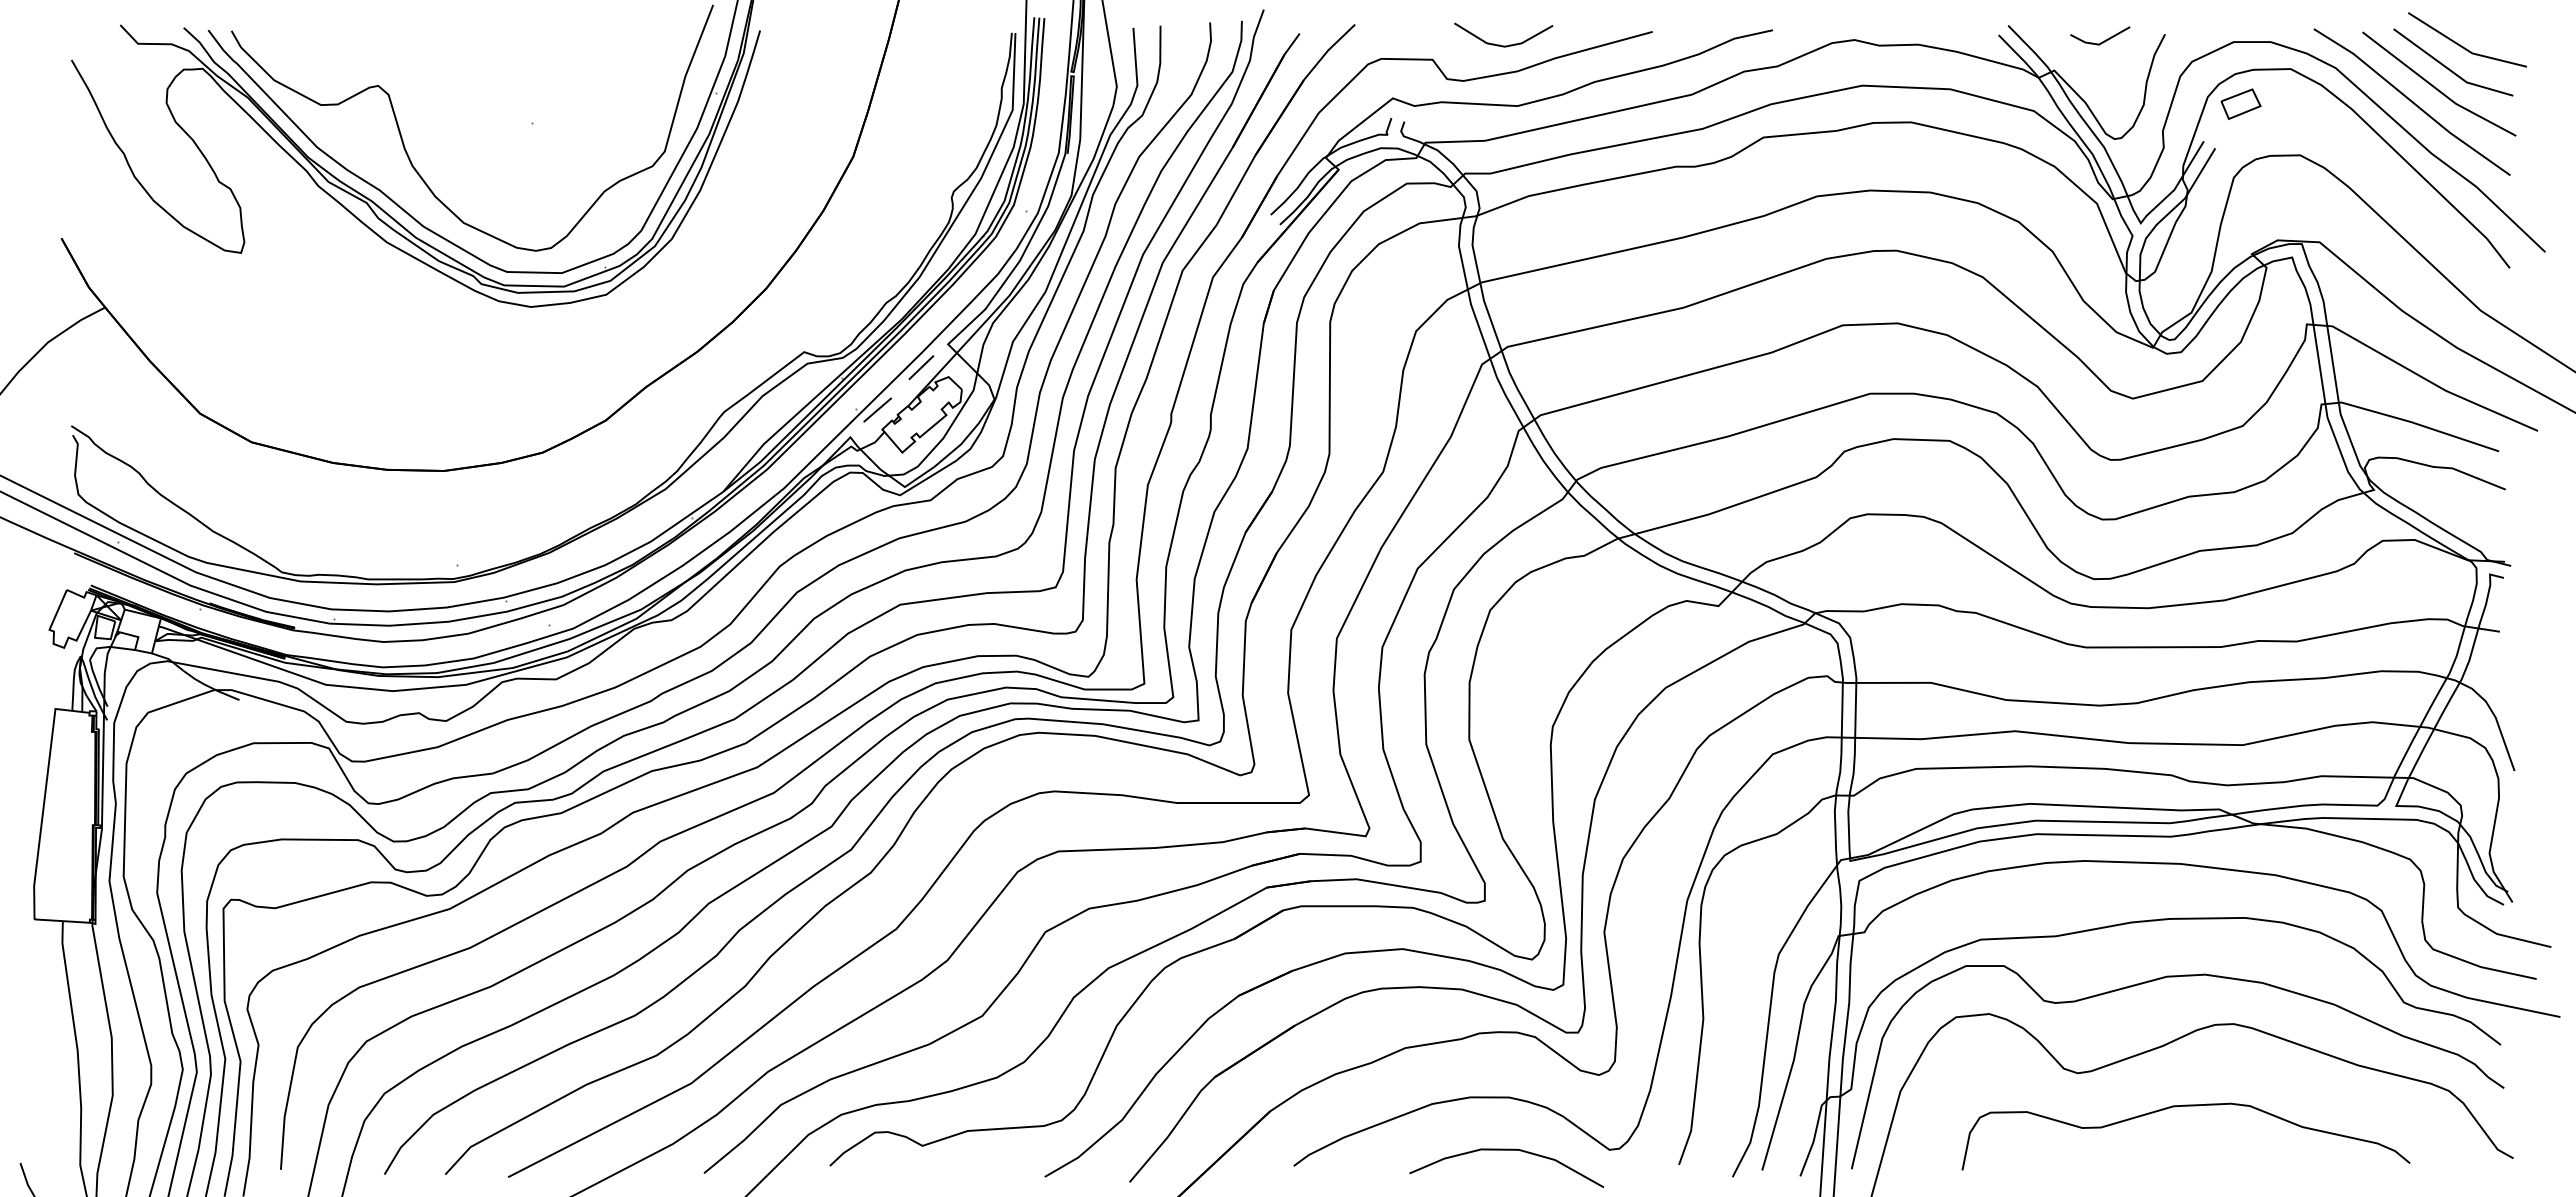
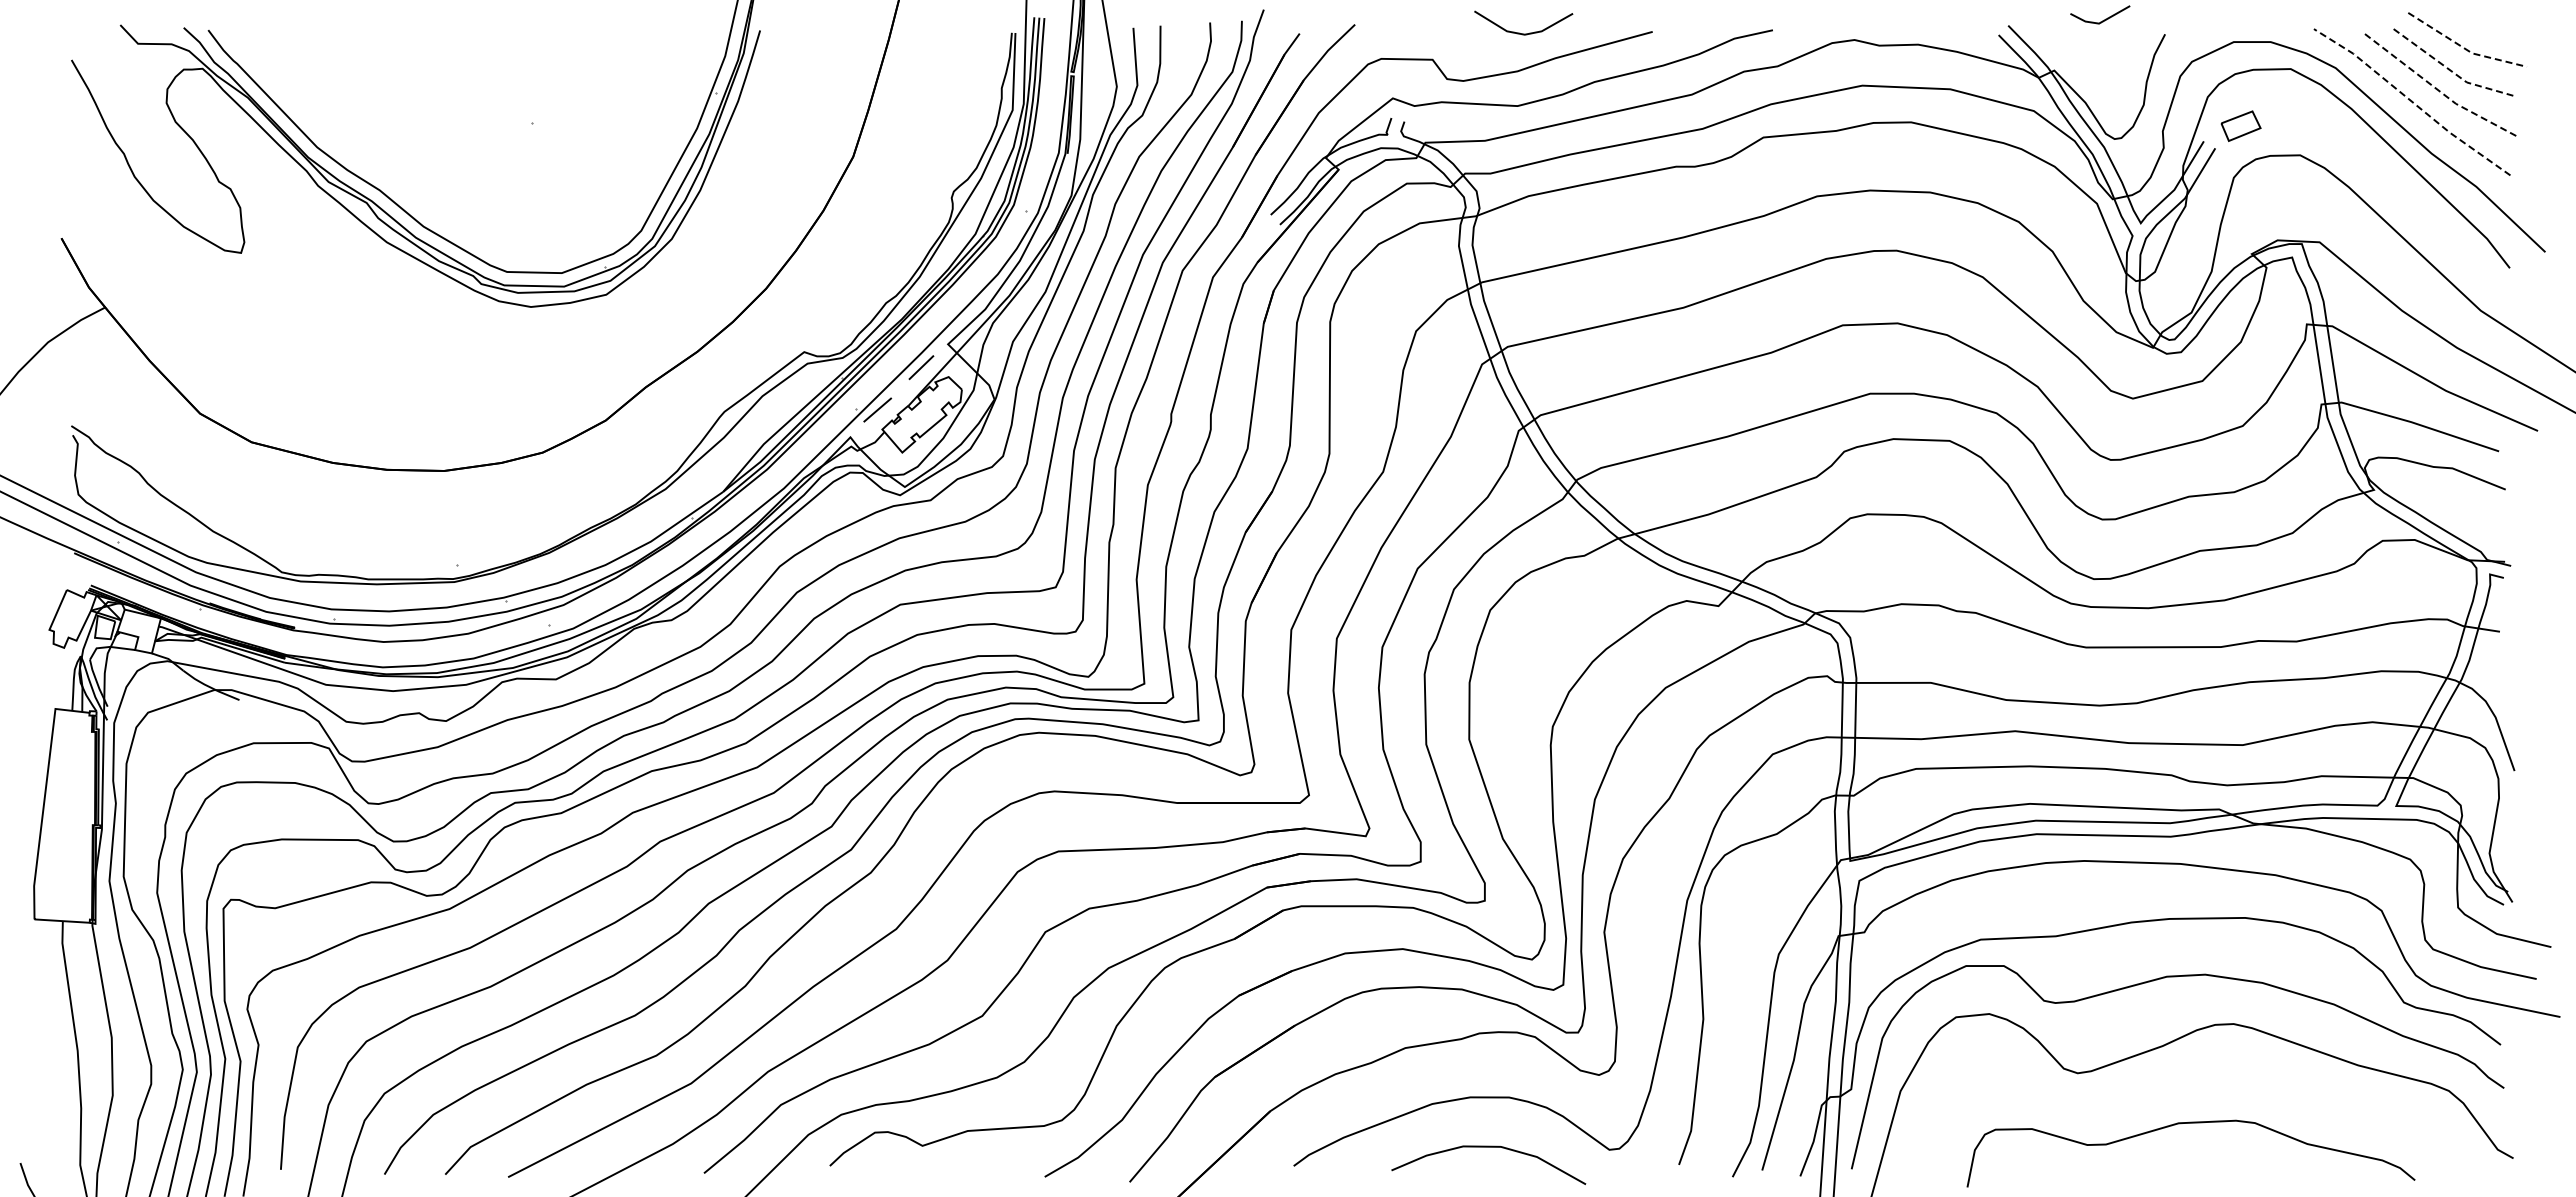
line at (2102, 41) position: (2102, 41) -> (2102, 20)
line at (1499, 44) position: (1499, 44) -> (1519, 32)
line at (2464, 48): solid -> dashed
line at (2450, 70): solid -> dashed
line at (2436, 89): solid -> dashed
line at (2411, 101): solid -> dashed
part at (2240, 103) position: (2240, 103) -> (2240, 125)
curve at (410, 158): present -> none
curve at (2185, 1106) position: (2185, 1106) -> (2190, 1123)
curve at (1506, 1150) position: (1506, 1150) -> (1488, 1147)
